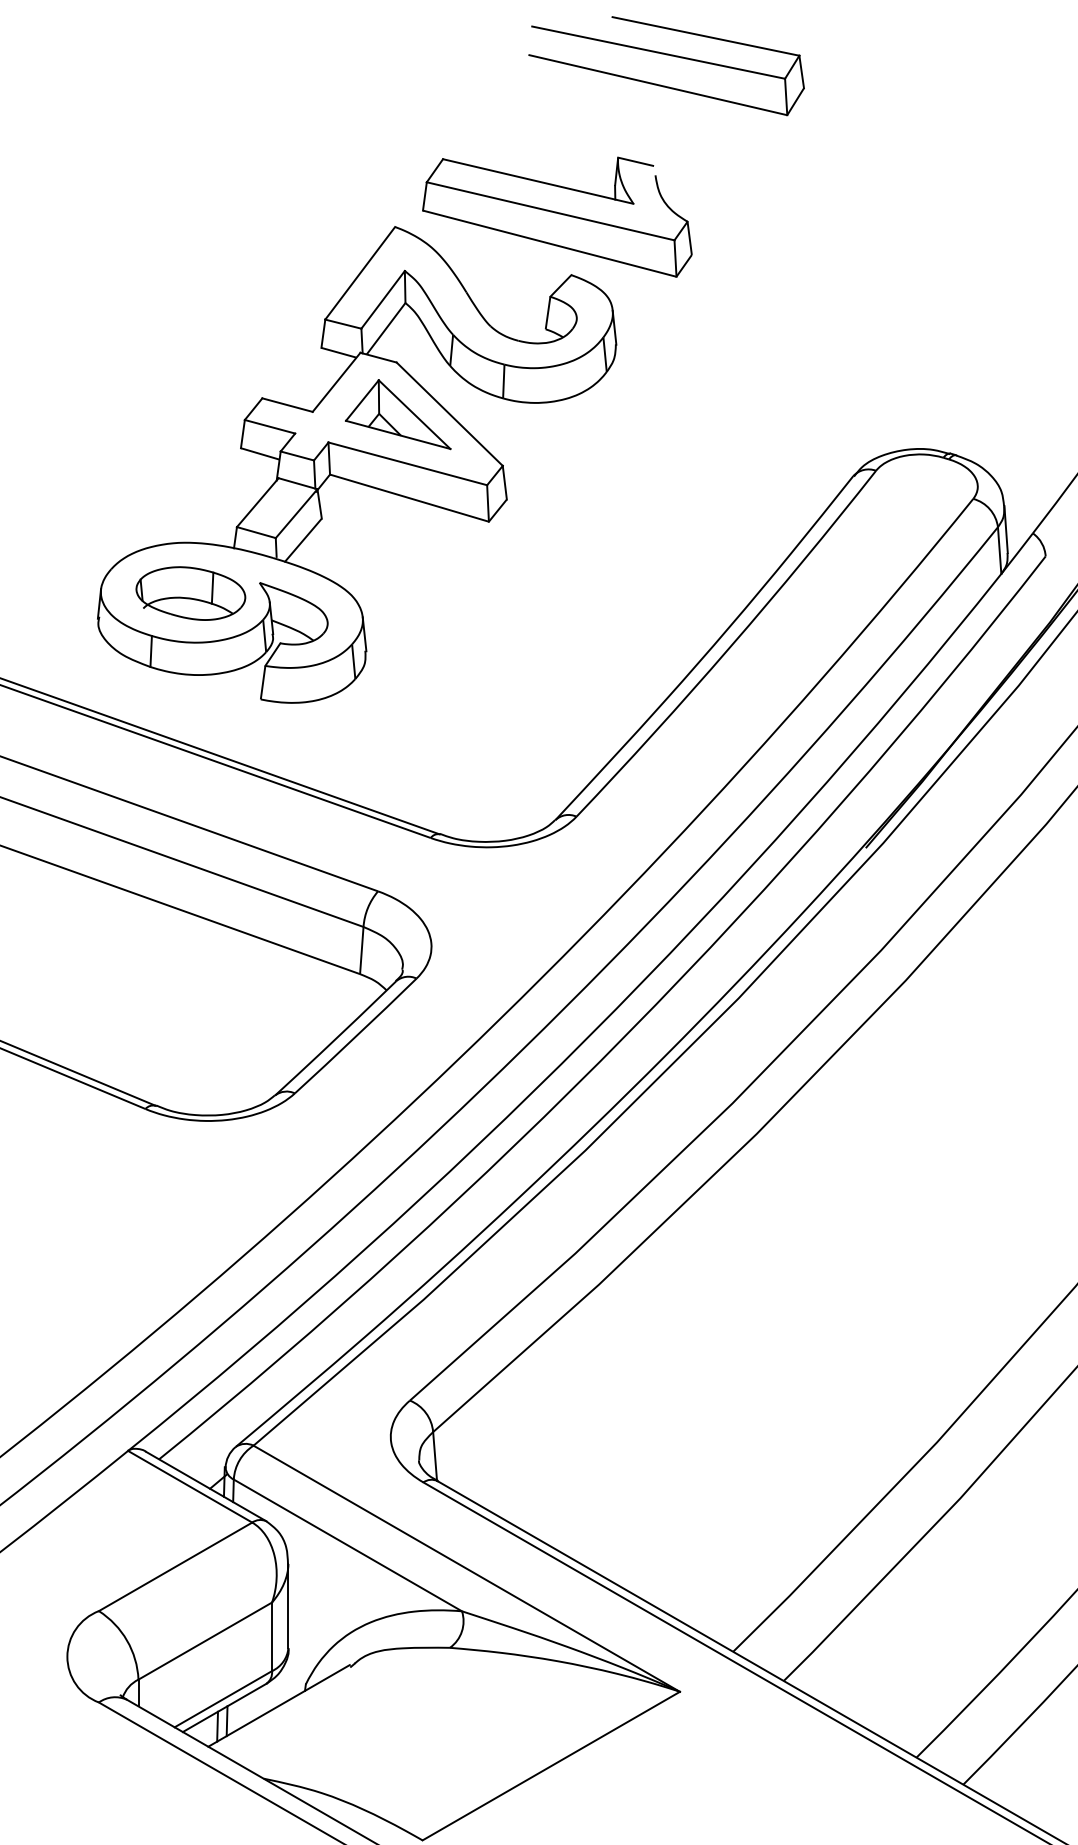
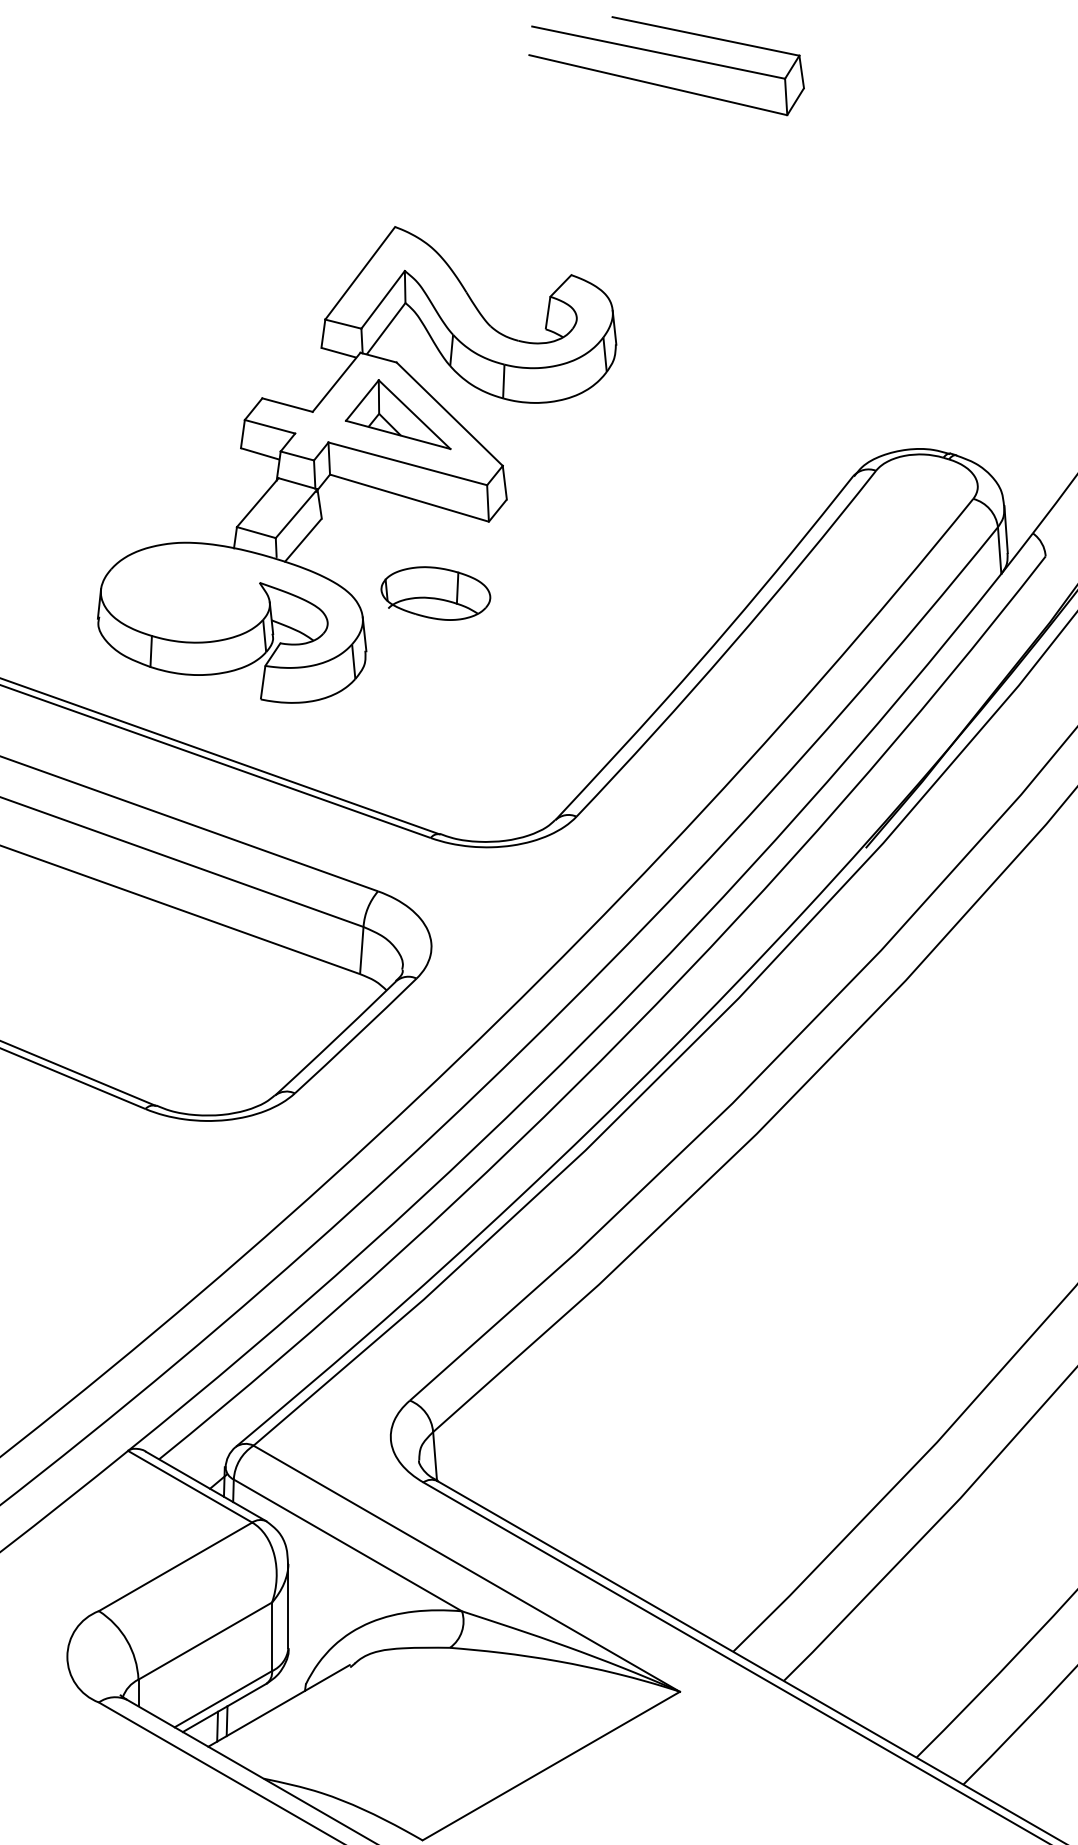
part at (557, 216): present -> none
part at (190, 593) position: (190, 593) -> (435, 593)
